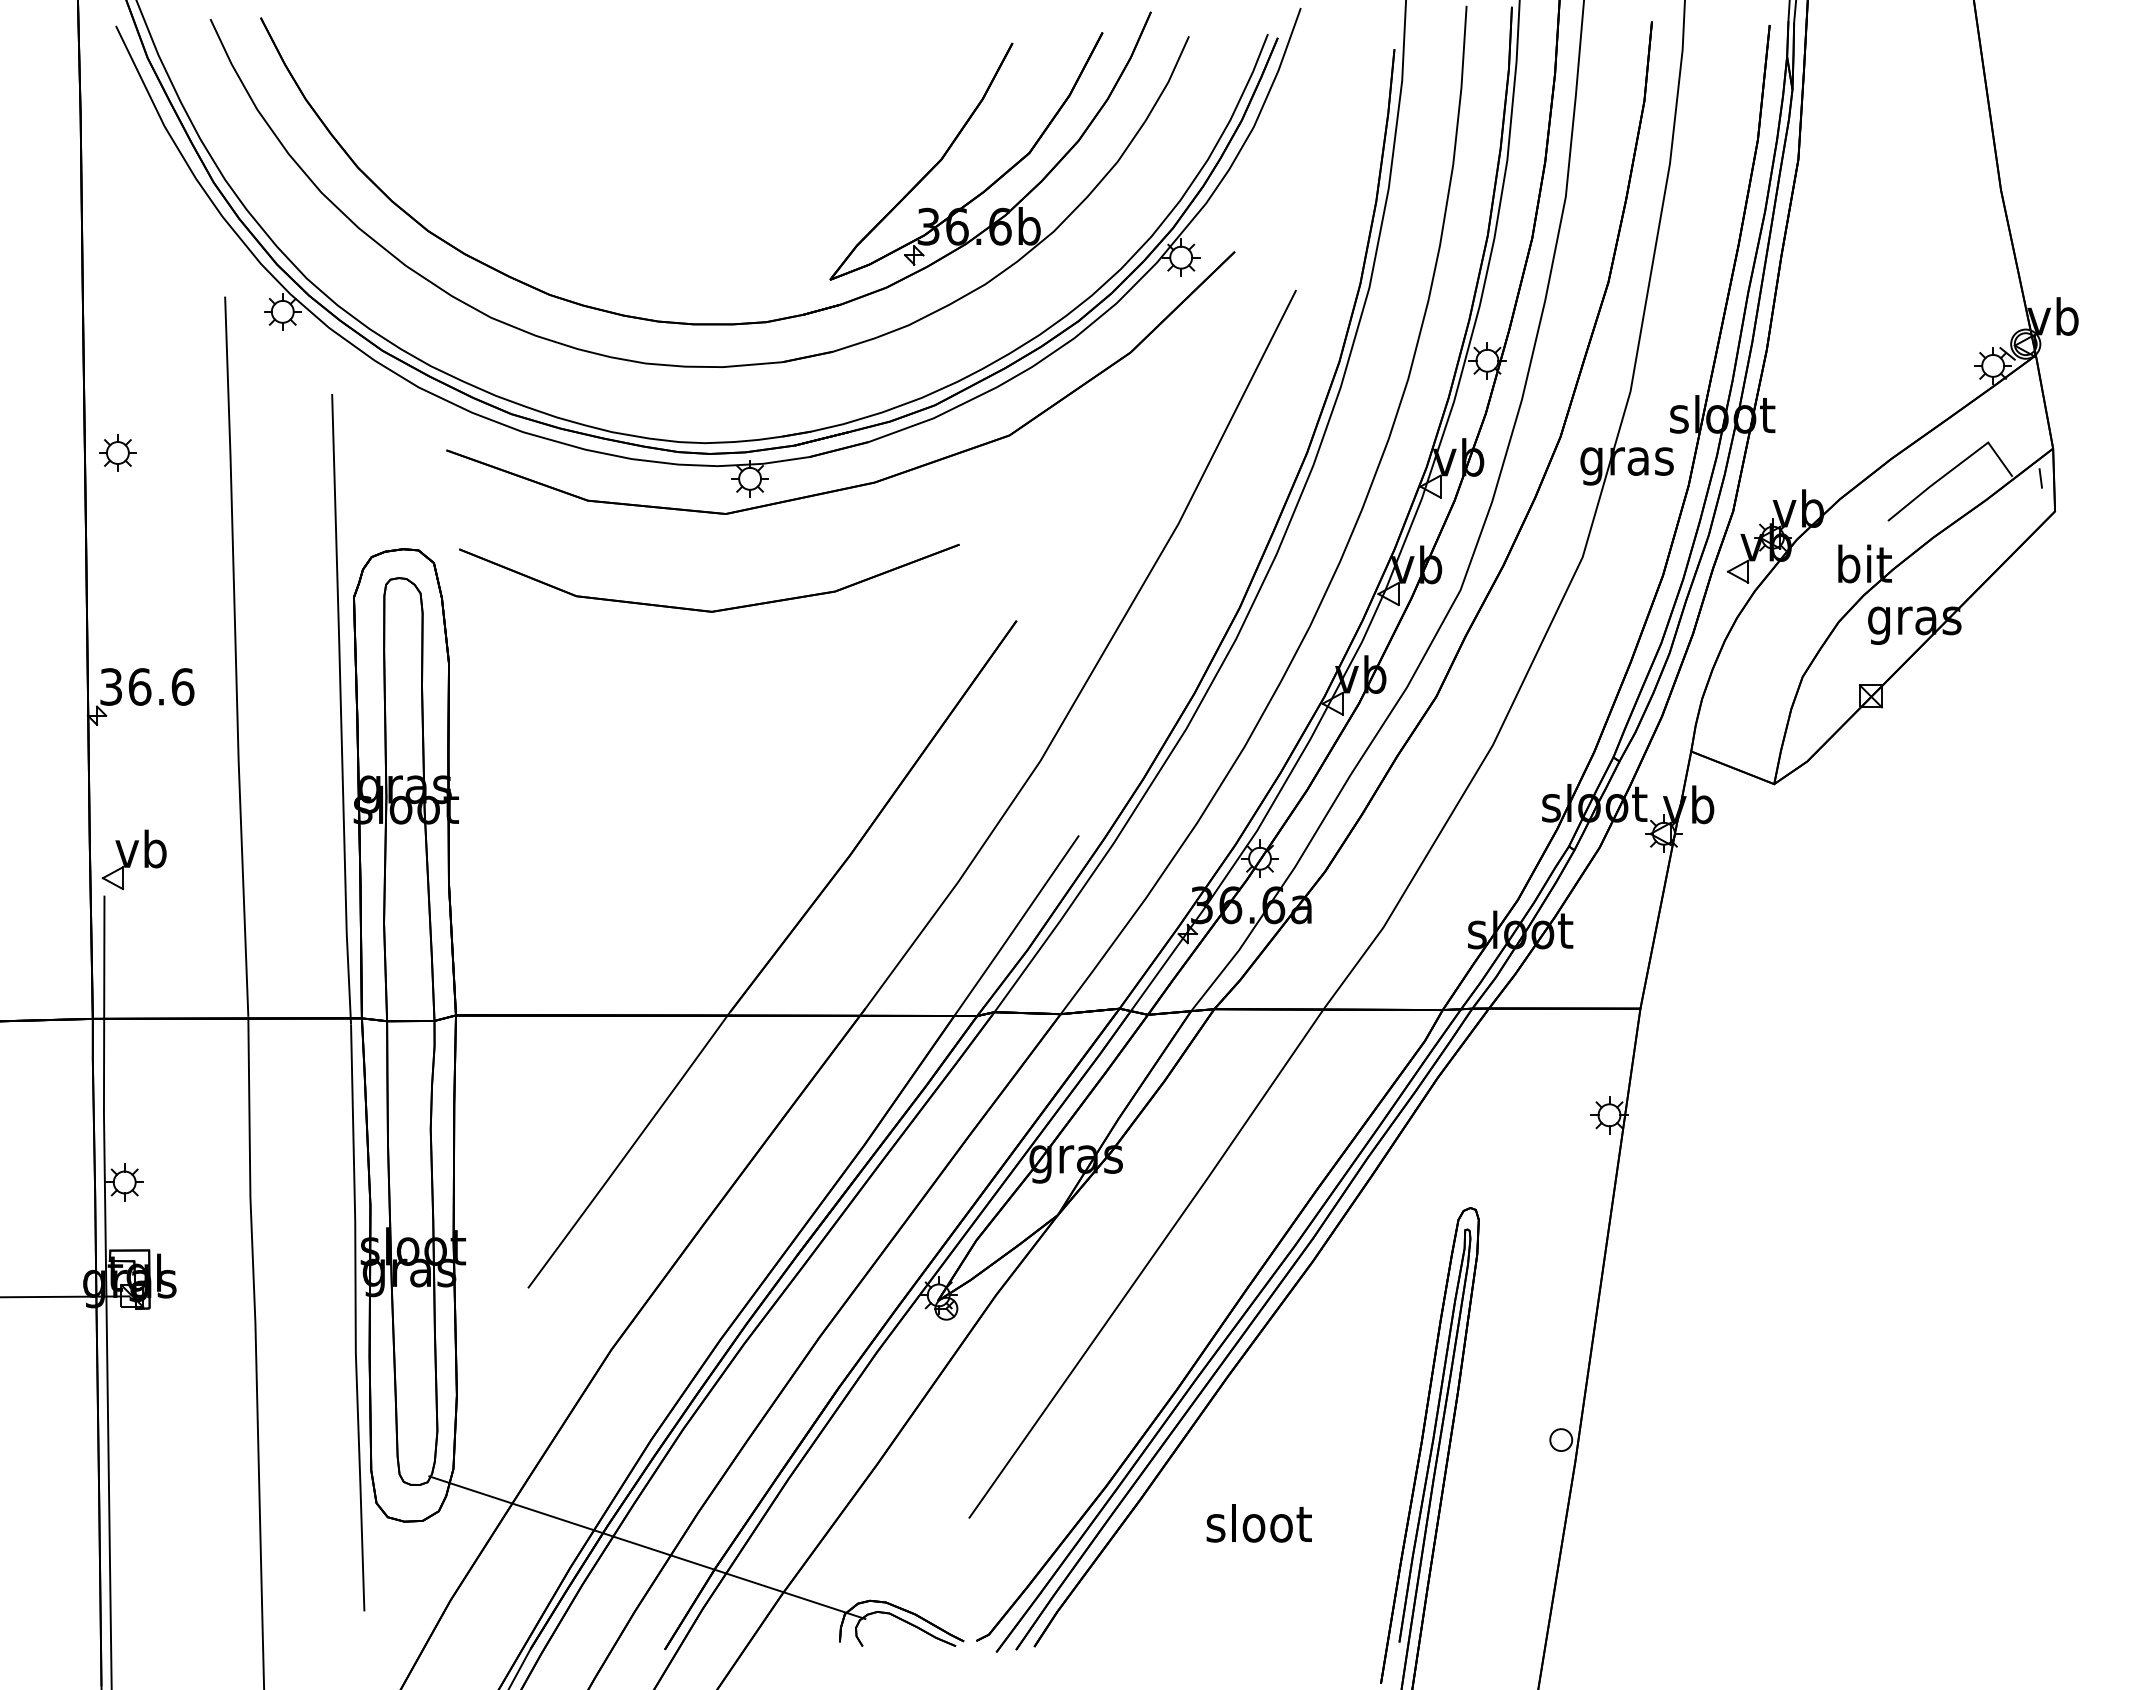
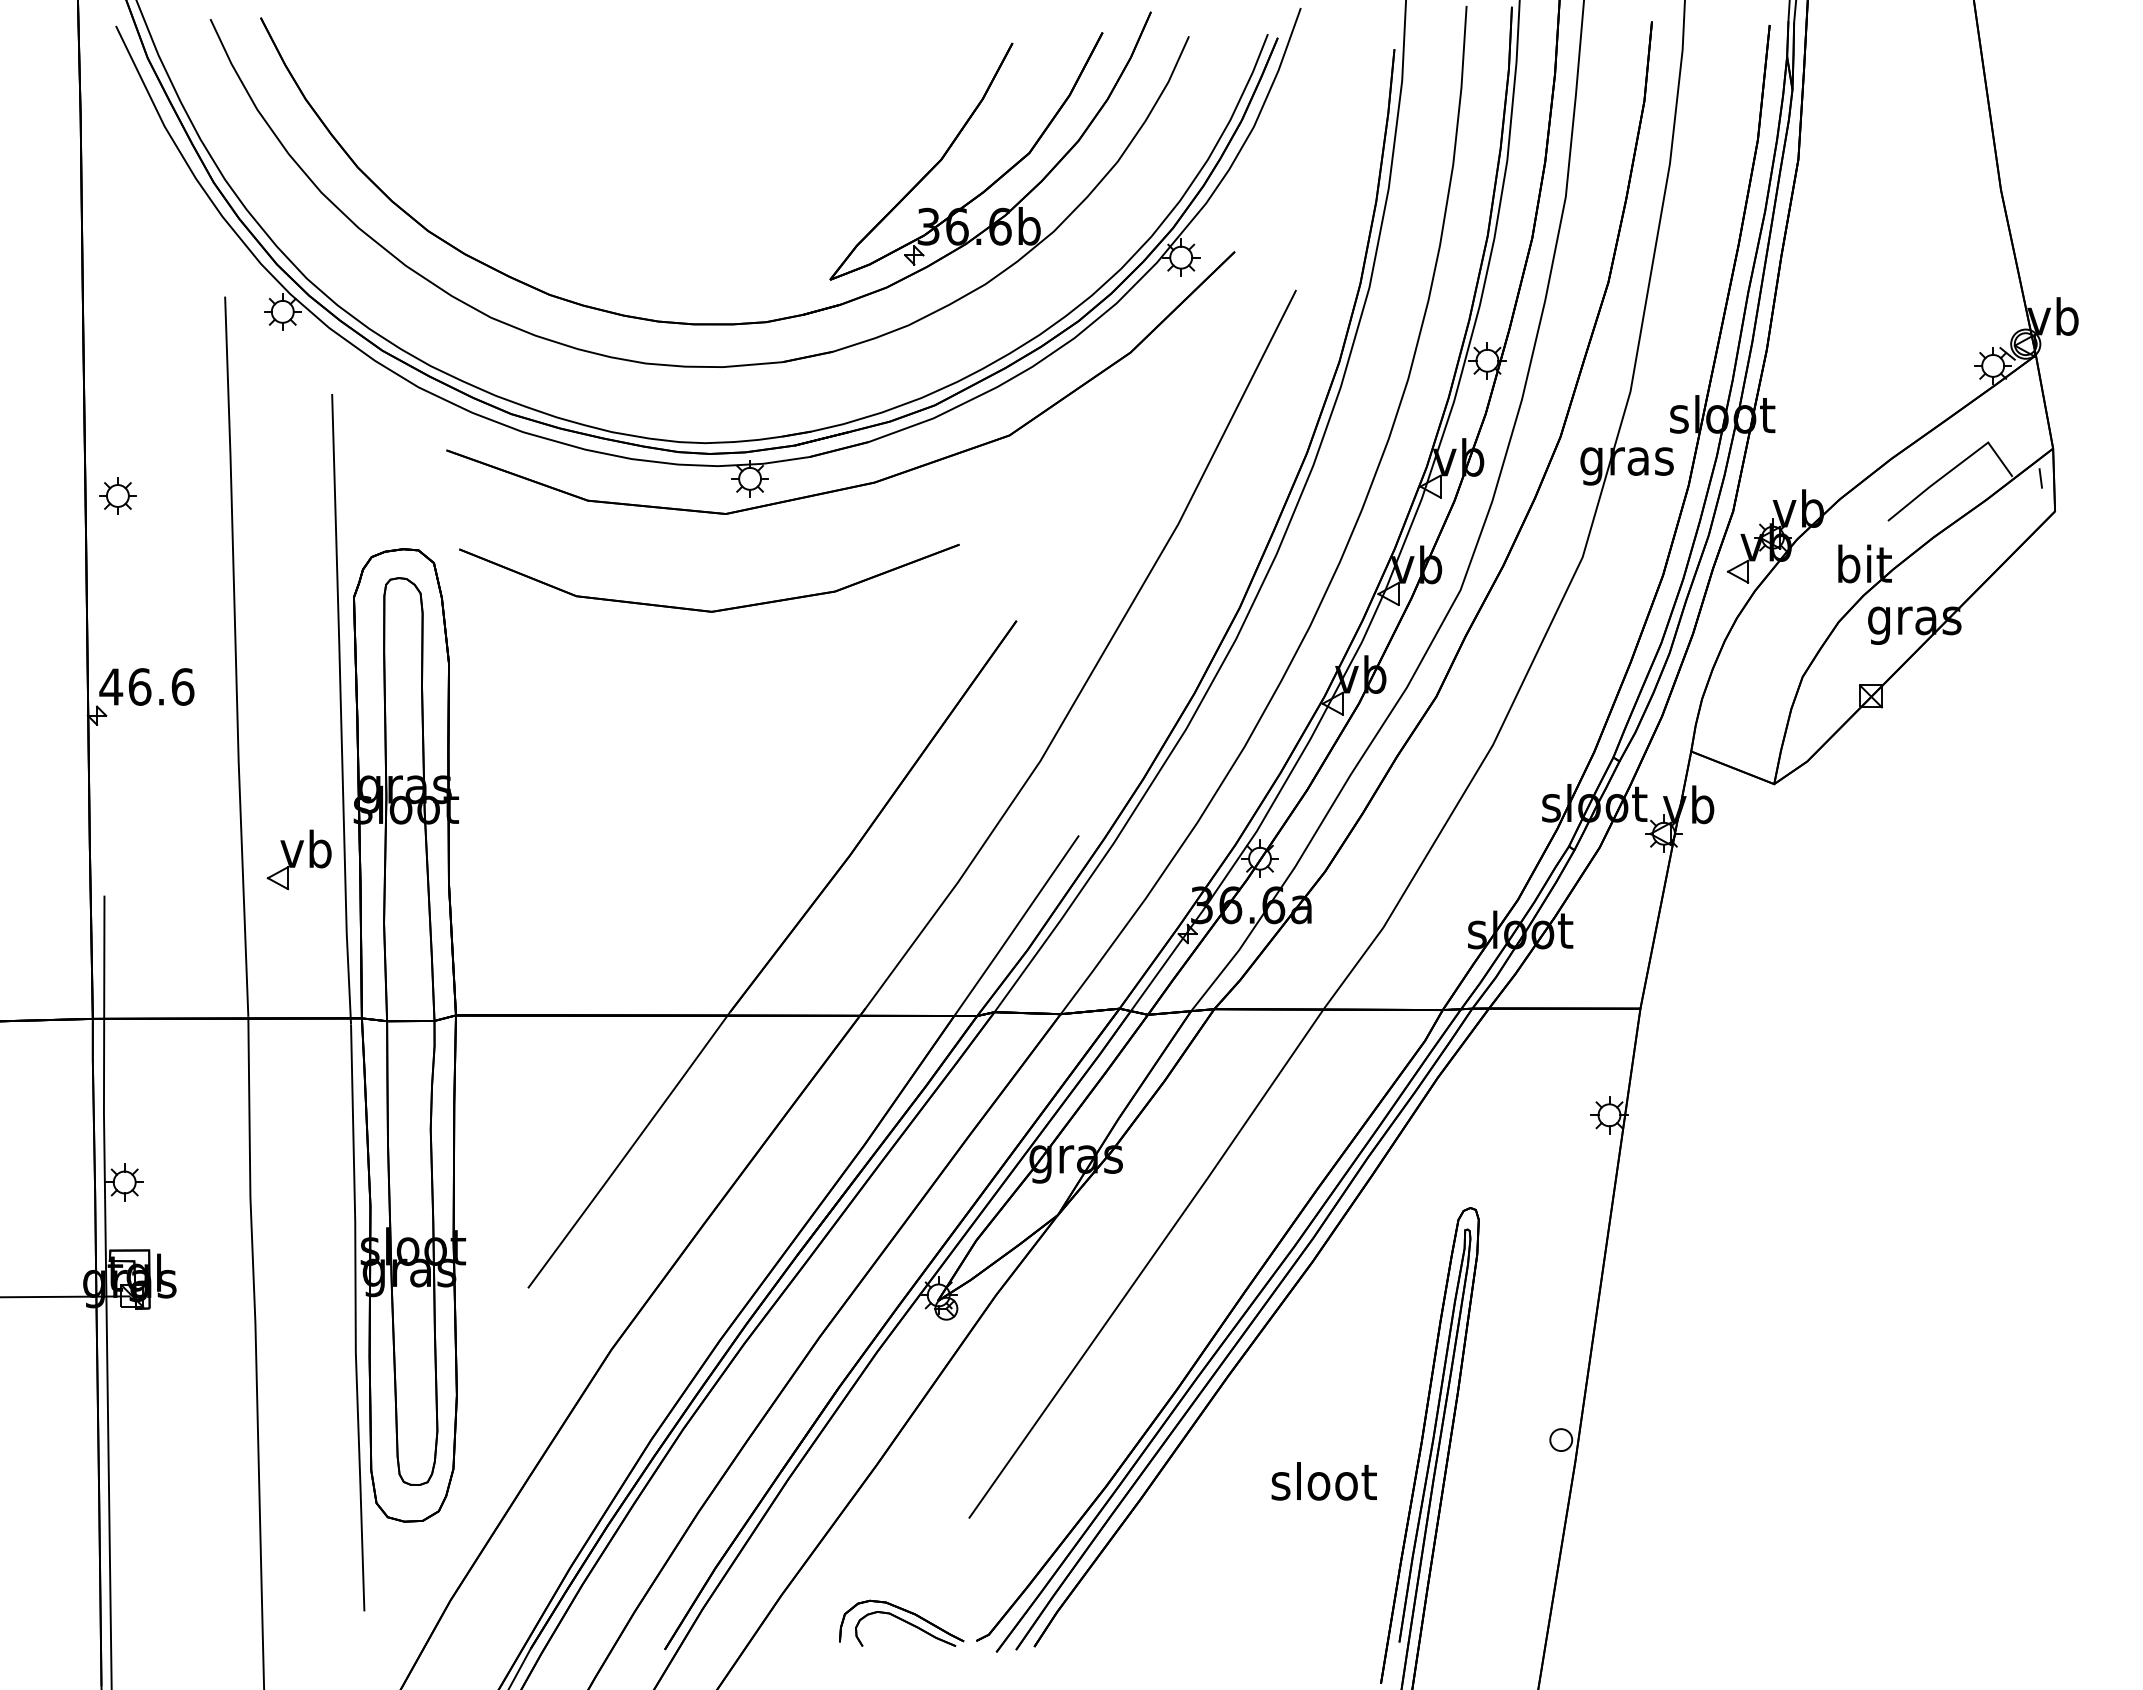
part at (117, 452) position: (117, 452) -> (117, 495)
text at (111, 686): 36.6 -> 46.6
part at (133, 859) position: (133, 859) -> (298, 859)
text at (1258, 1523) position: (1258, 1523) -> (1323, 1481)
line at (647, 1547): present -> none
